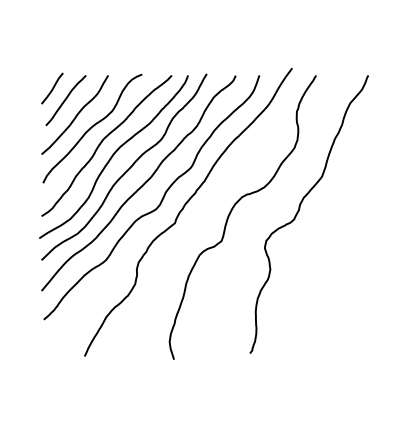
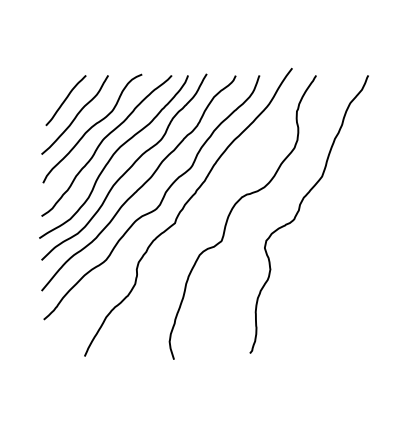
curve at (52, 88): present -> none
